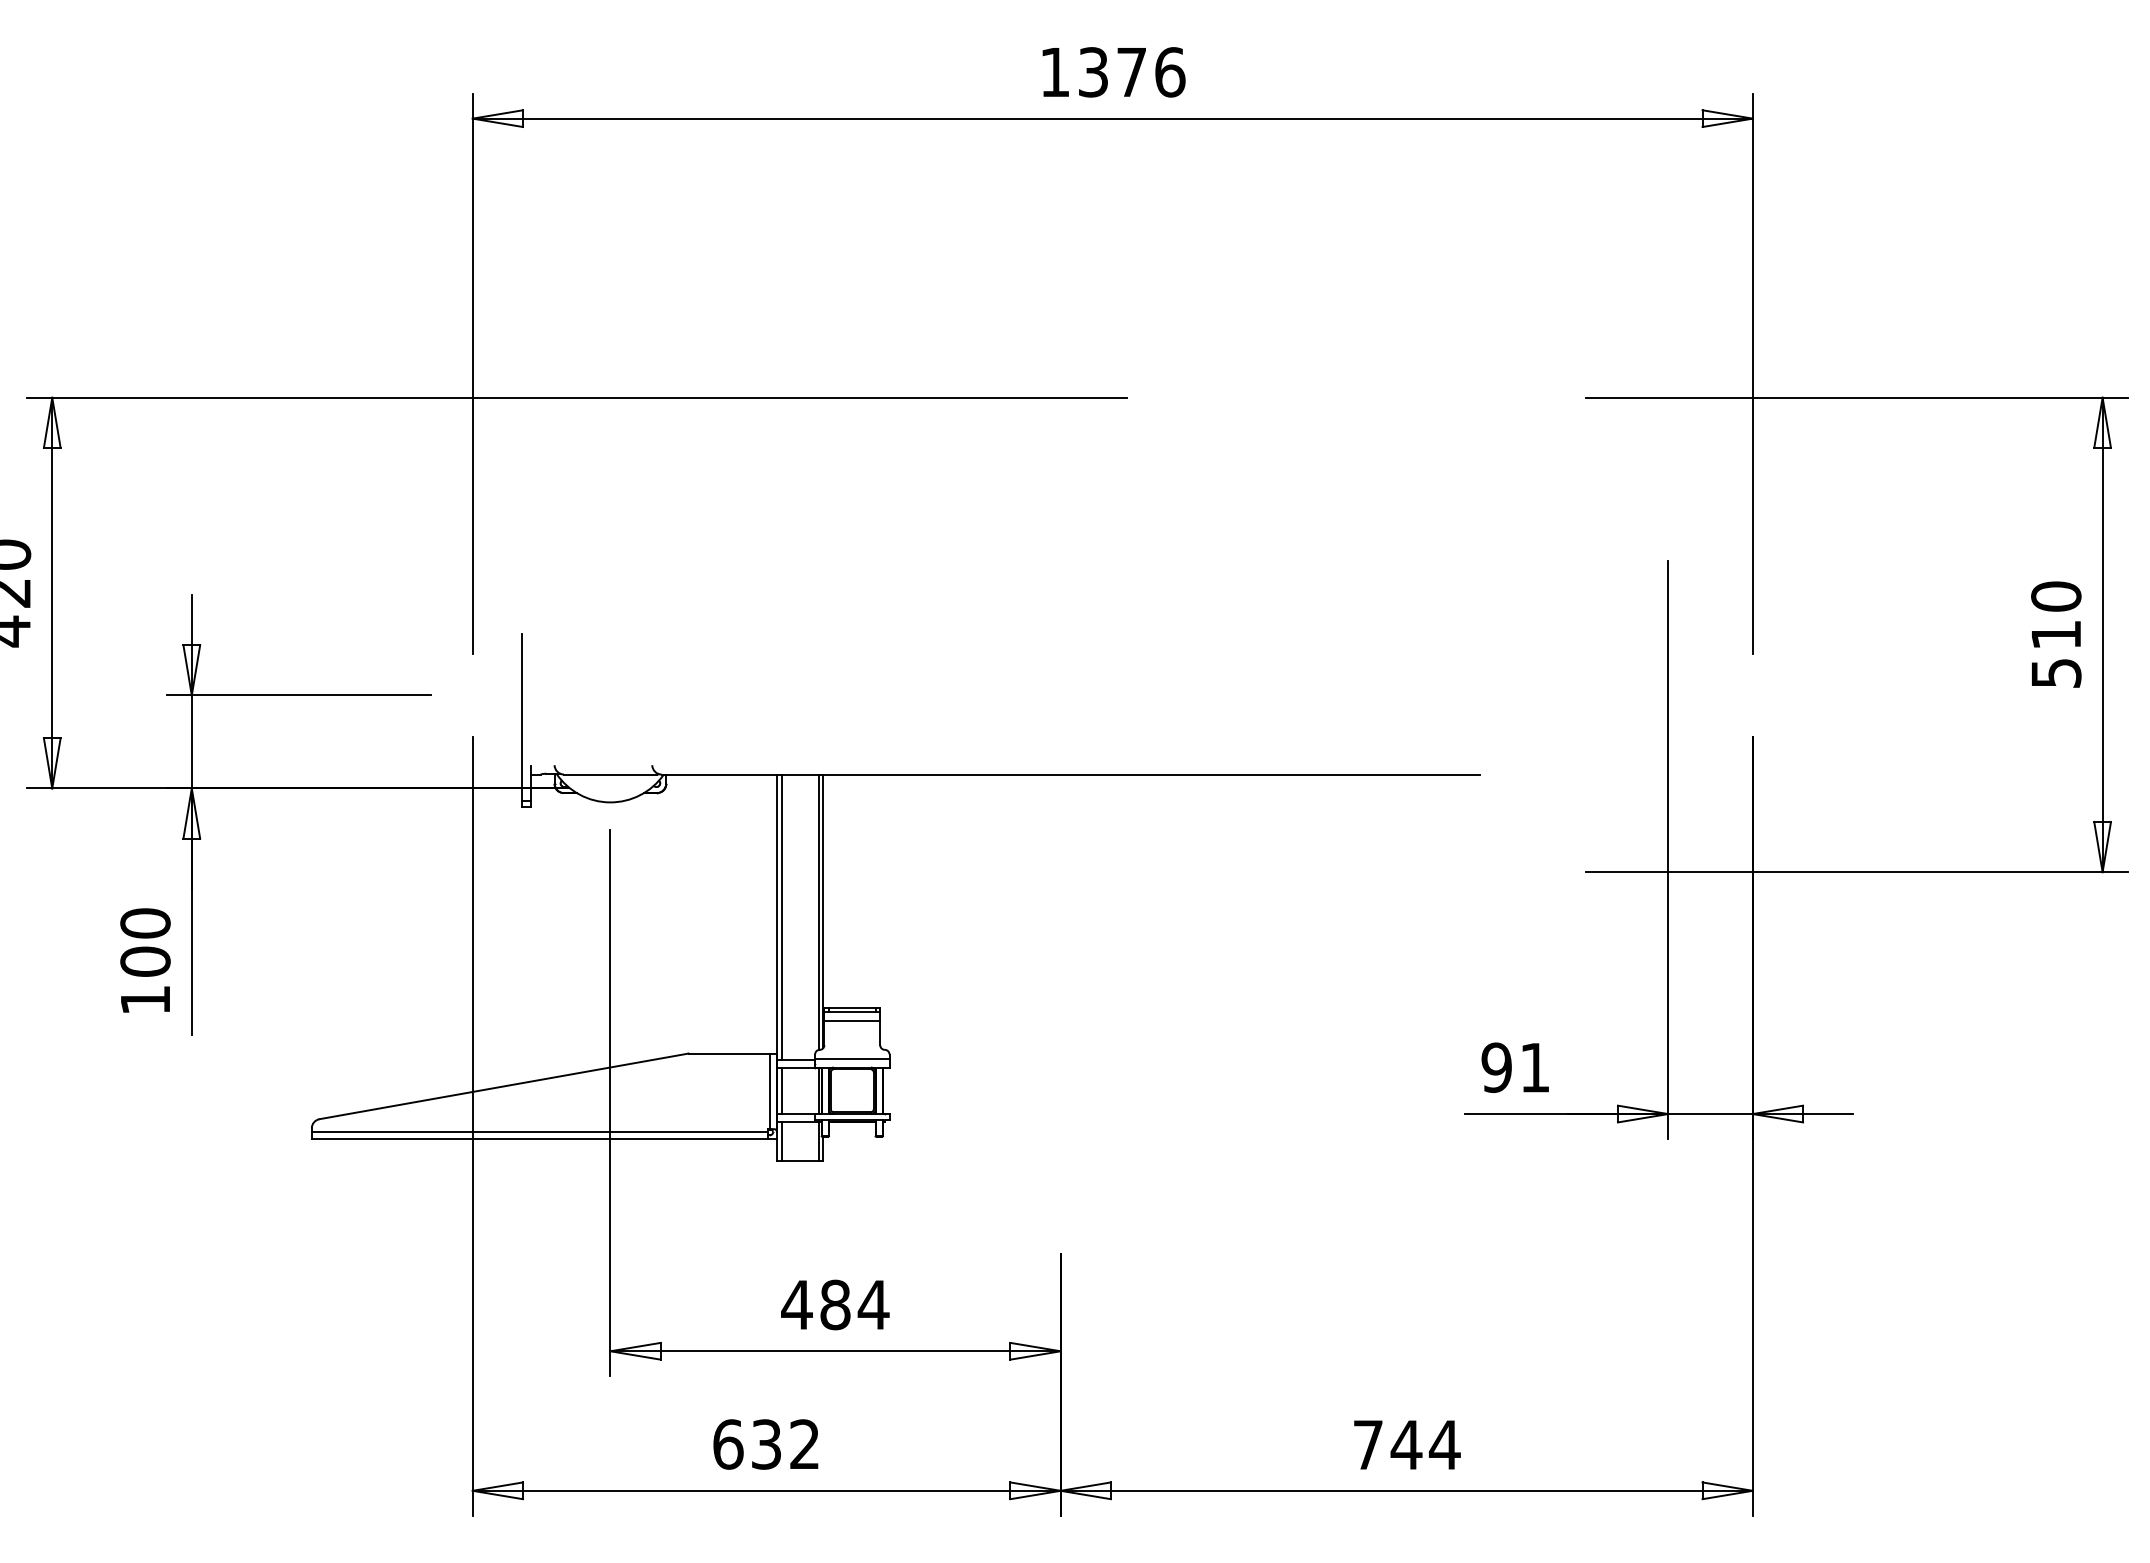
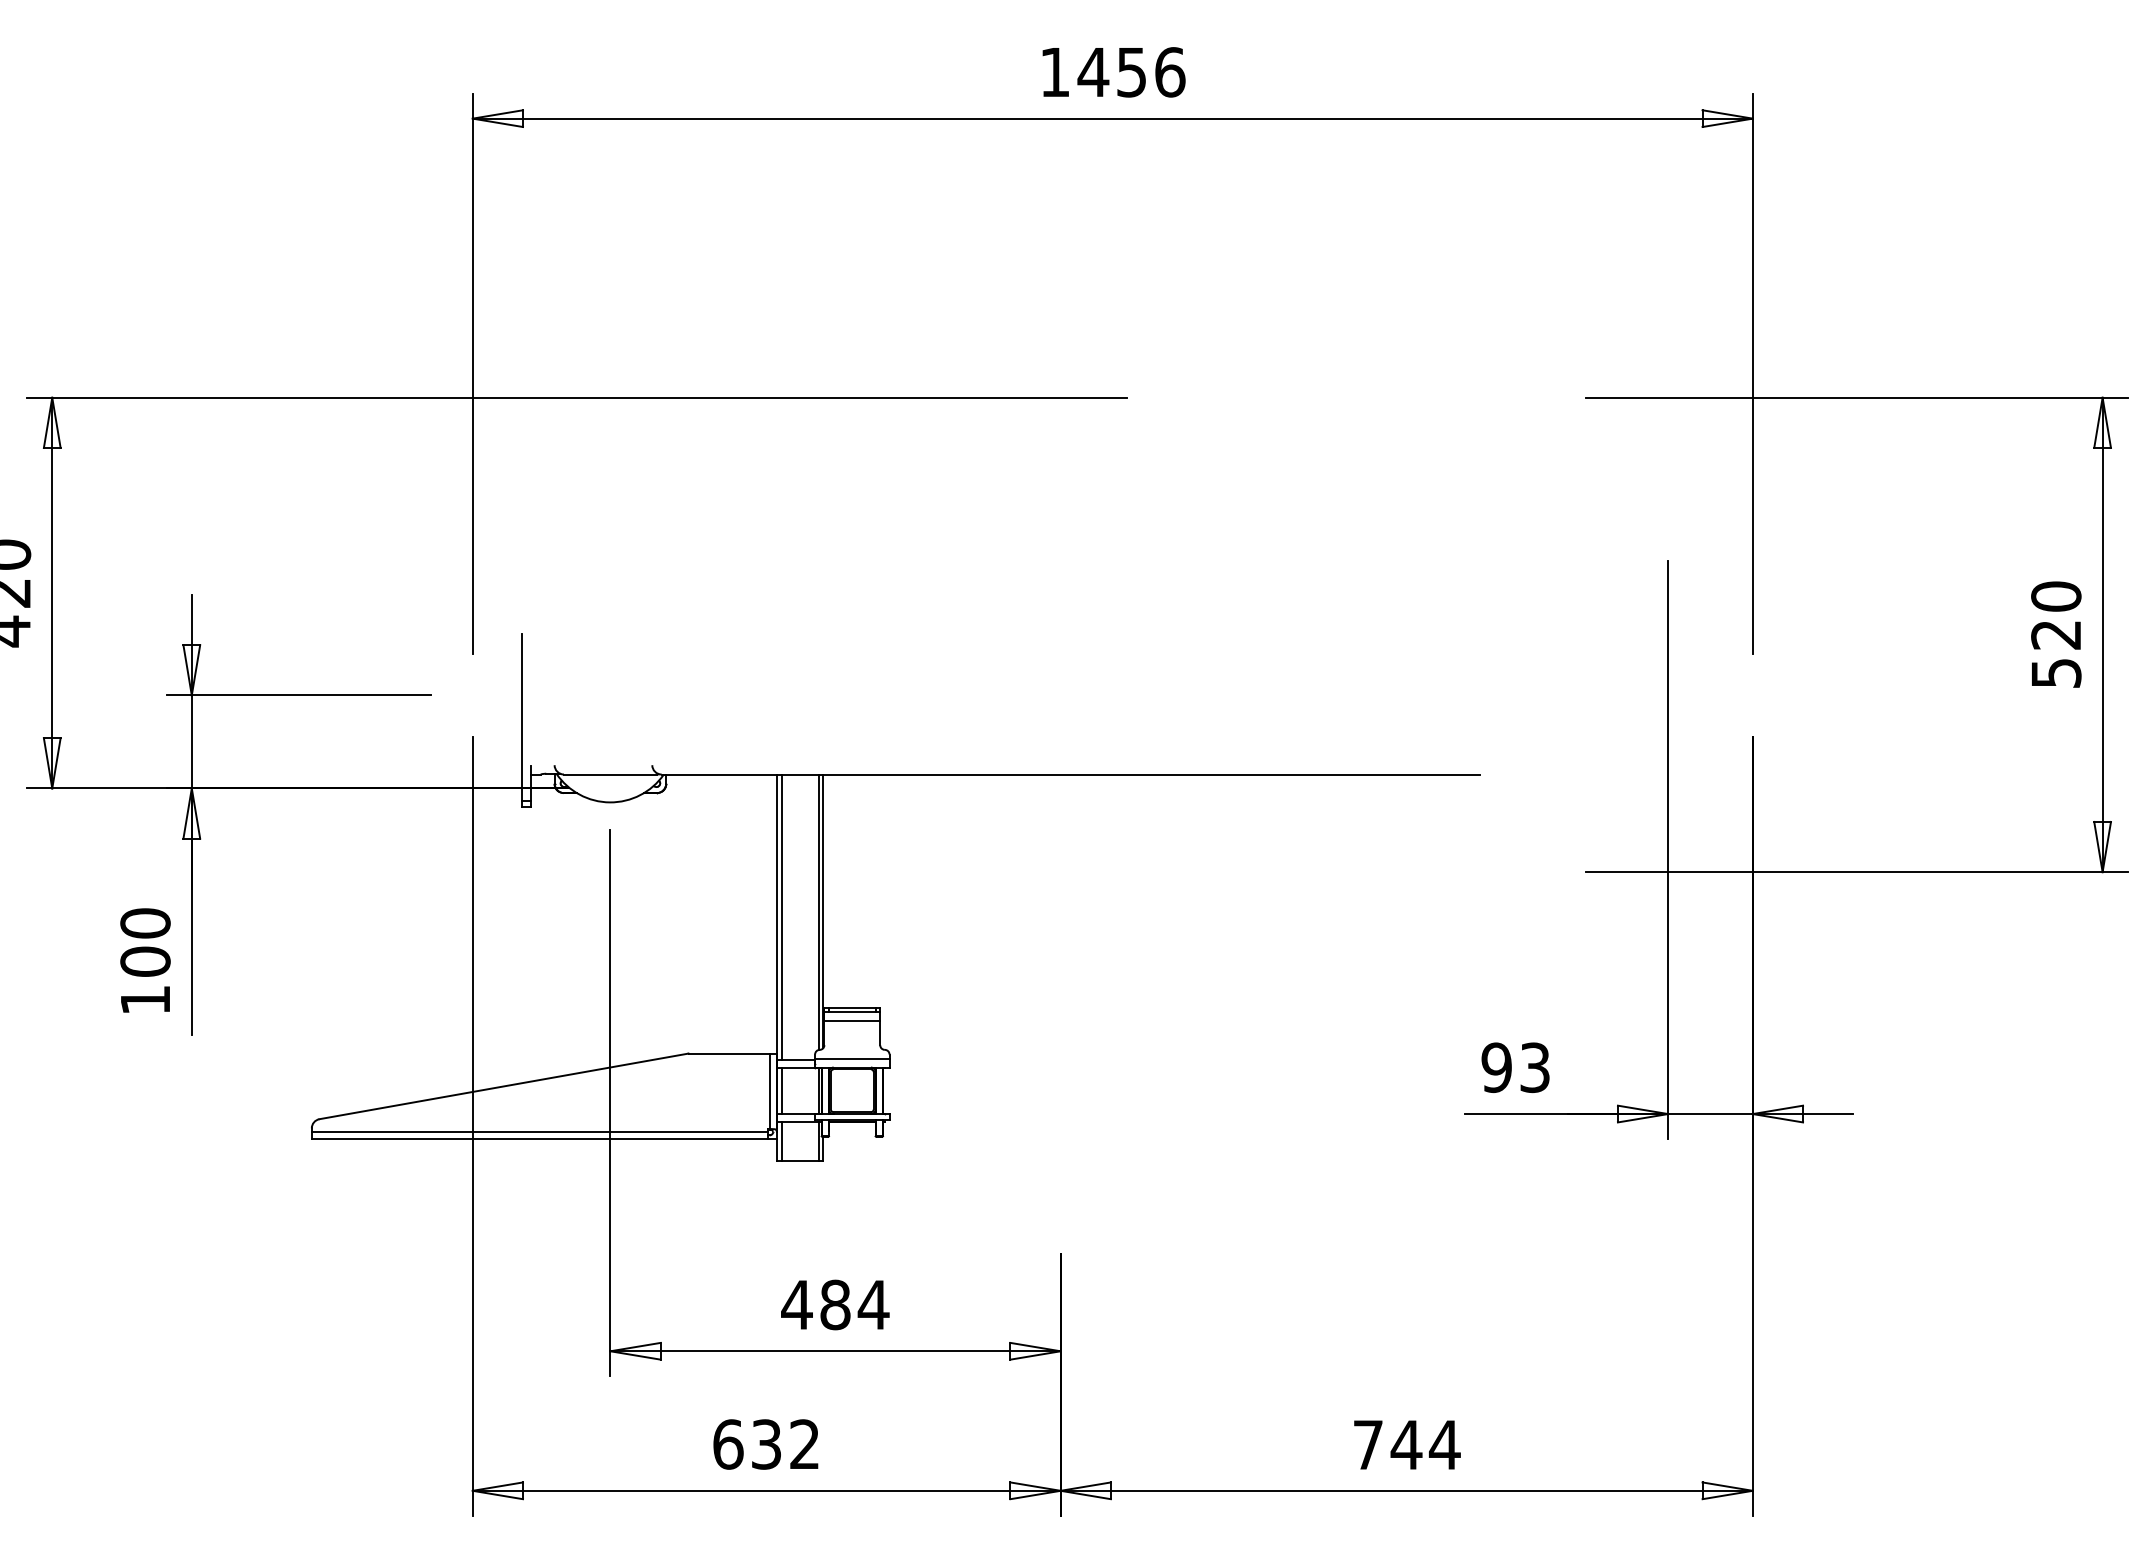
text at (1111, 72): 1376 -> 1456
text at (2055, 635): 510 -> 520
text at (1534, 1067): 91 -> 93
